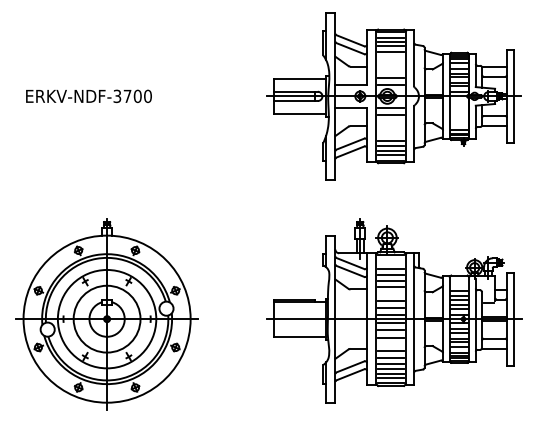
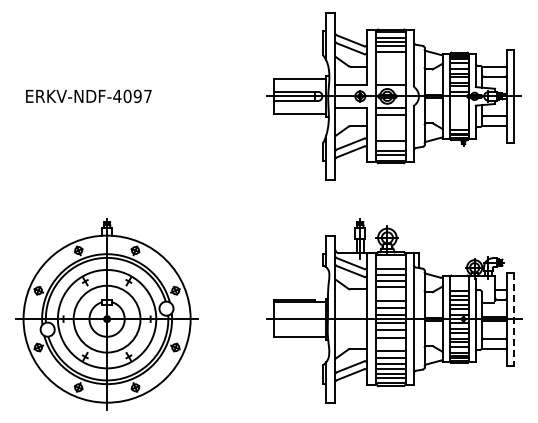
line at (391, 77): present -> none
text at (132, 96): ERKV-NDF-3700 -> ERKV-NDF-4097
line at (391, 146): present -> none
line at (513, 319): solid -> dashed
